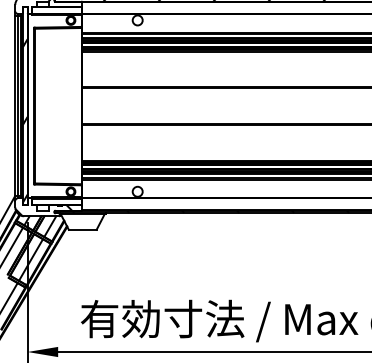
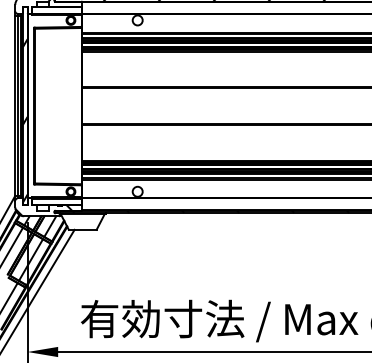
line at (38, 289): none -> present
